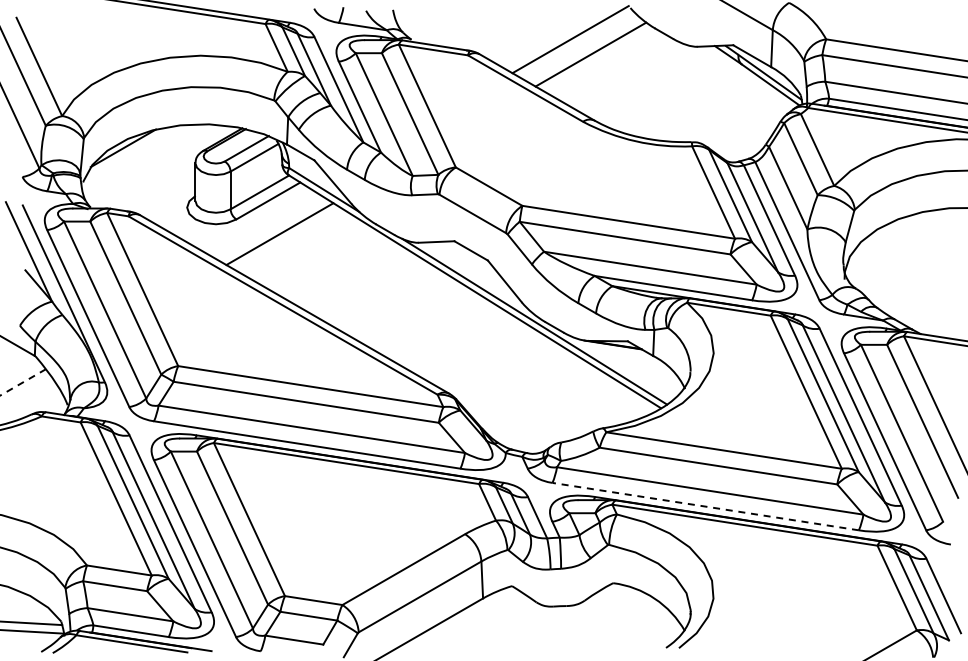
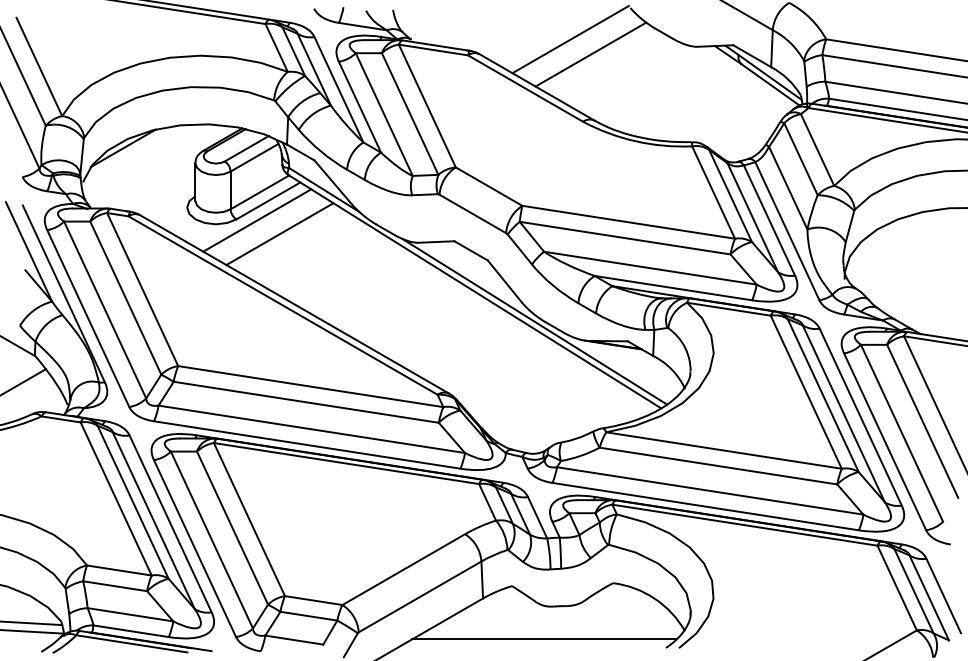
line at (257, 220): none -> present
line at (22, 382): dashed -> solid
line at (705, 506): dashed -> solid
line at (544, 639): none -> present
